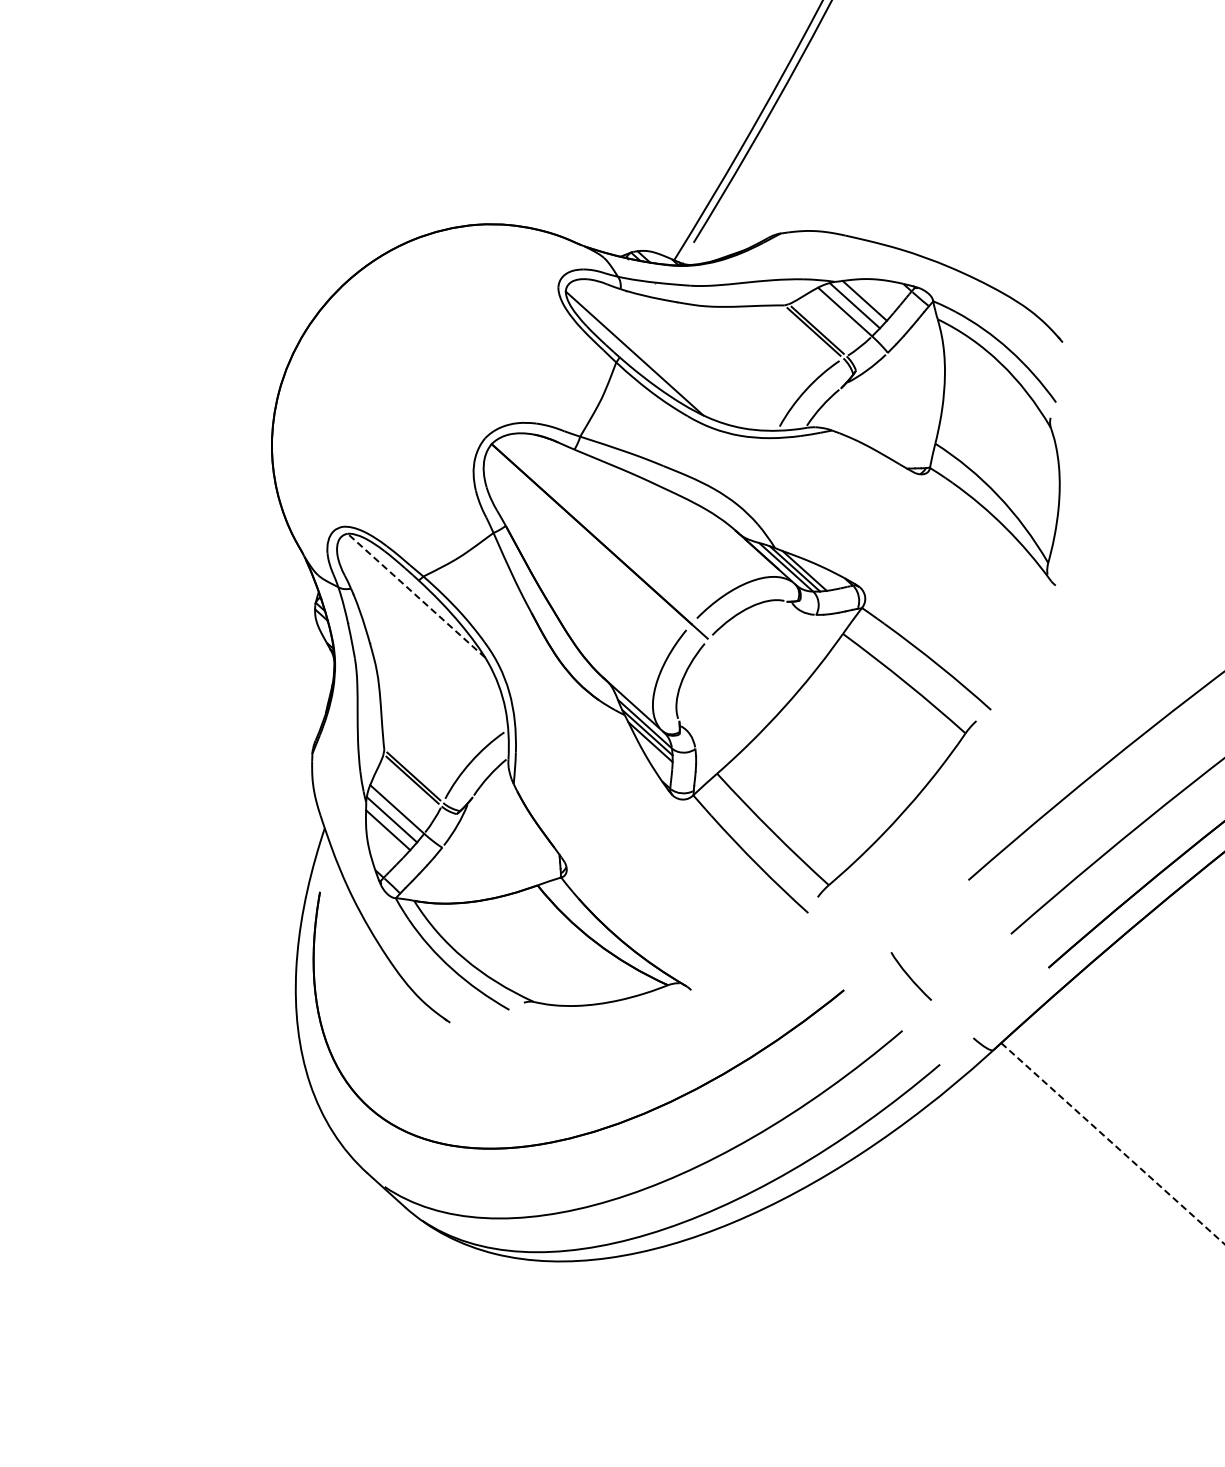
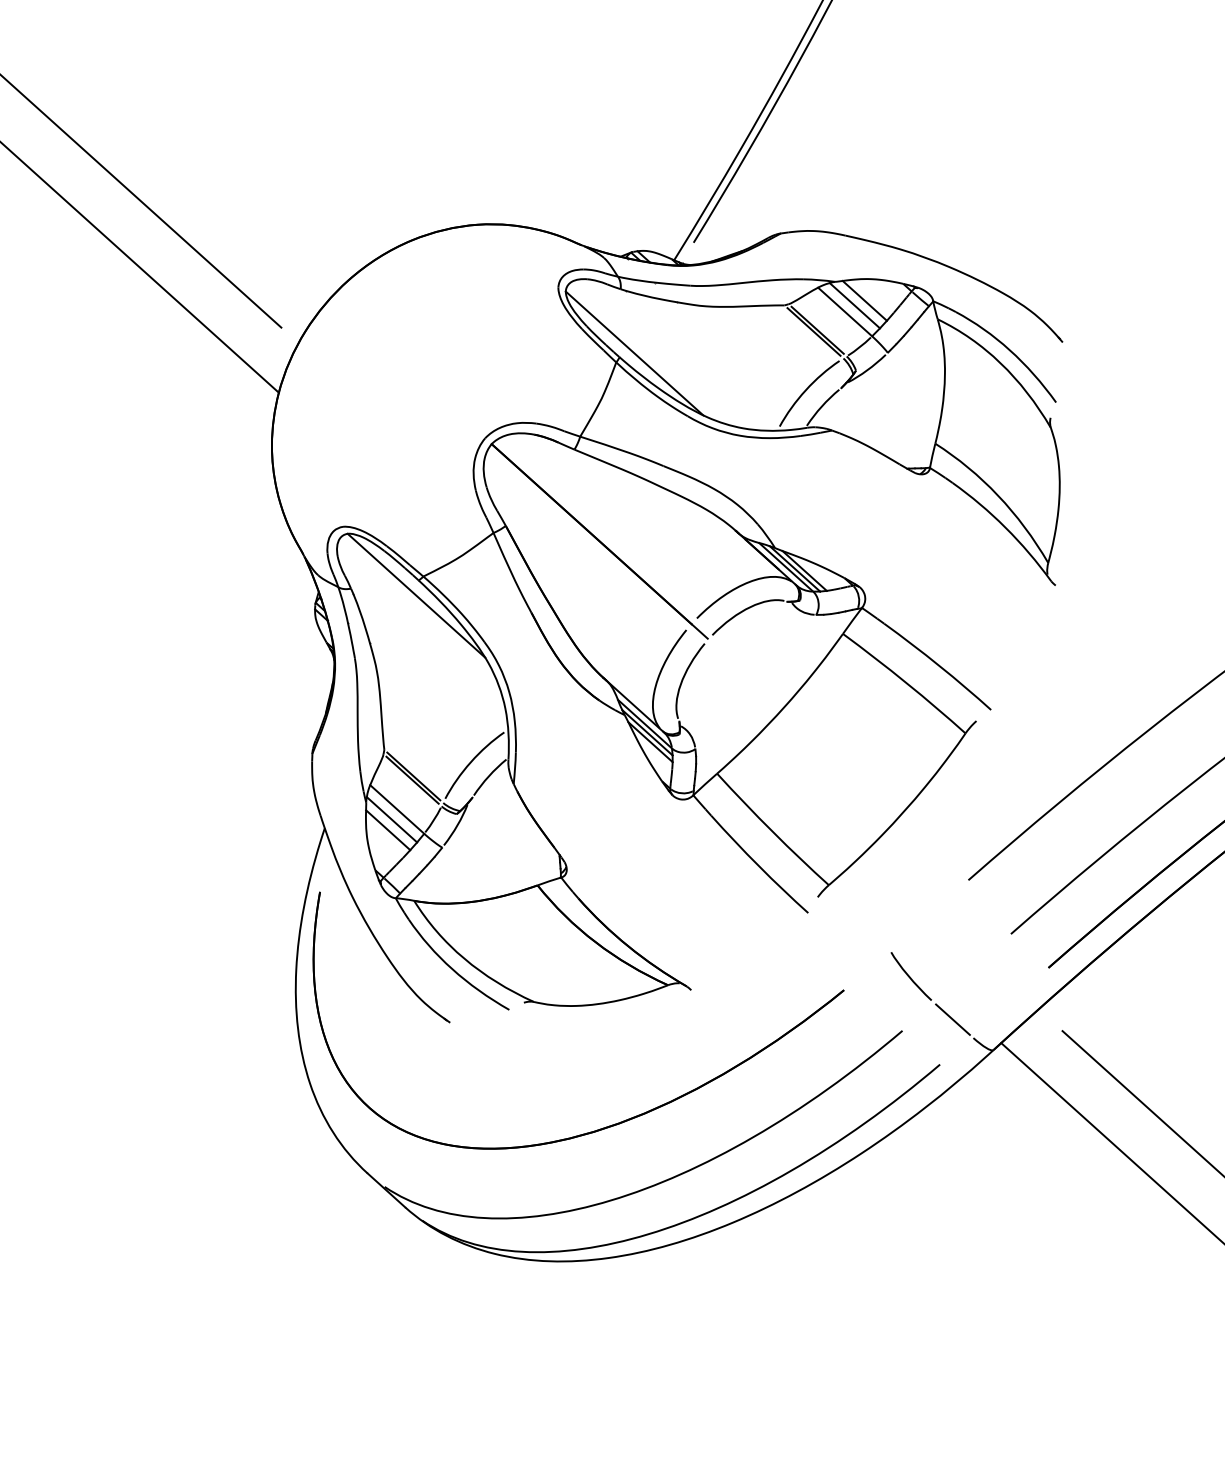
line at (141, 201): none -> present
line at (140, 267): none -> present
line at (416, 595): dashed -> solid
line at (952, 1019): none -> present
line at (1141, 1102): none -> present
line at (1113, 1144): dashed -> solid
